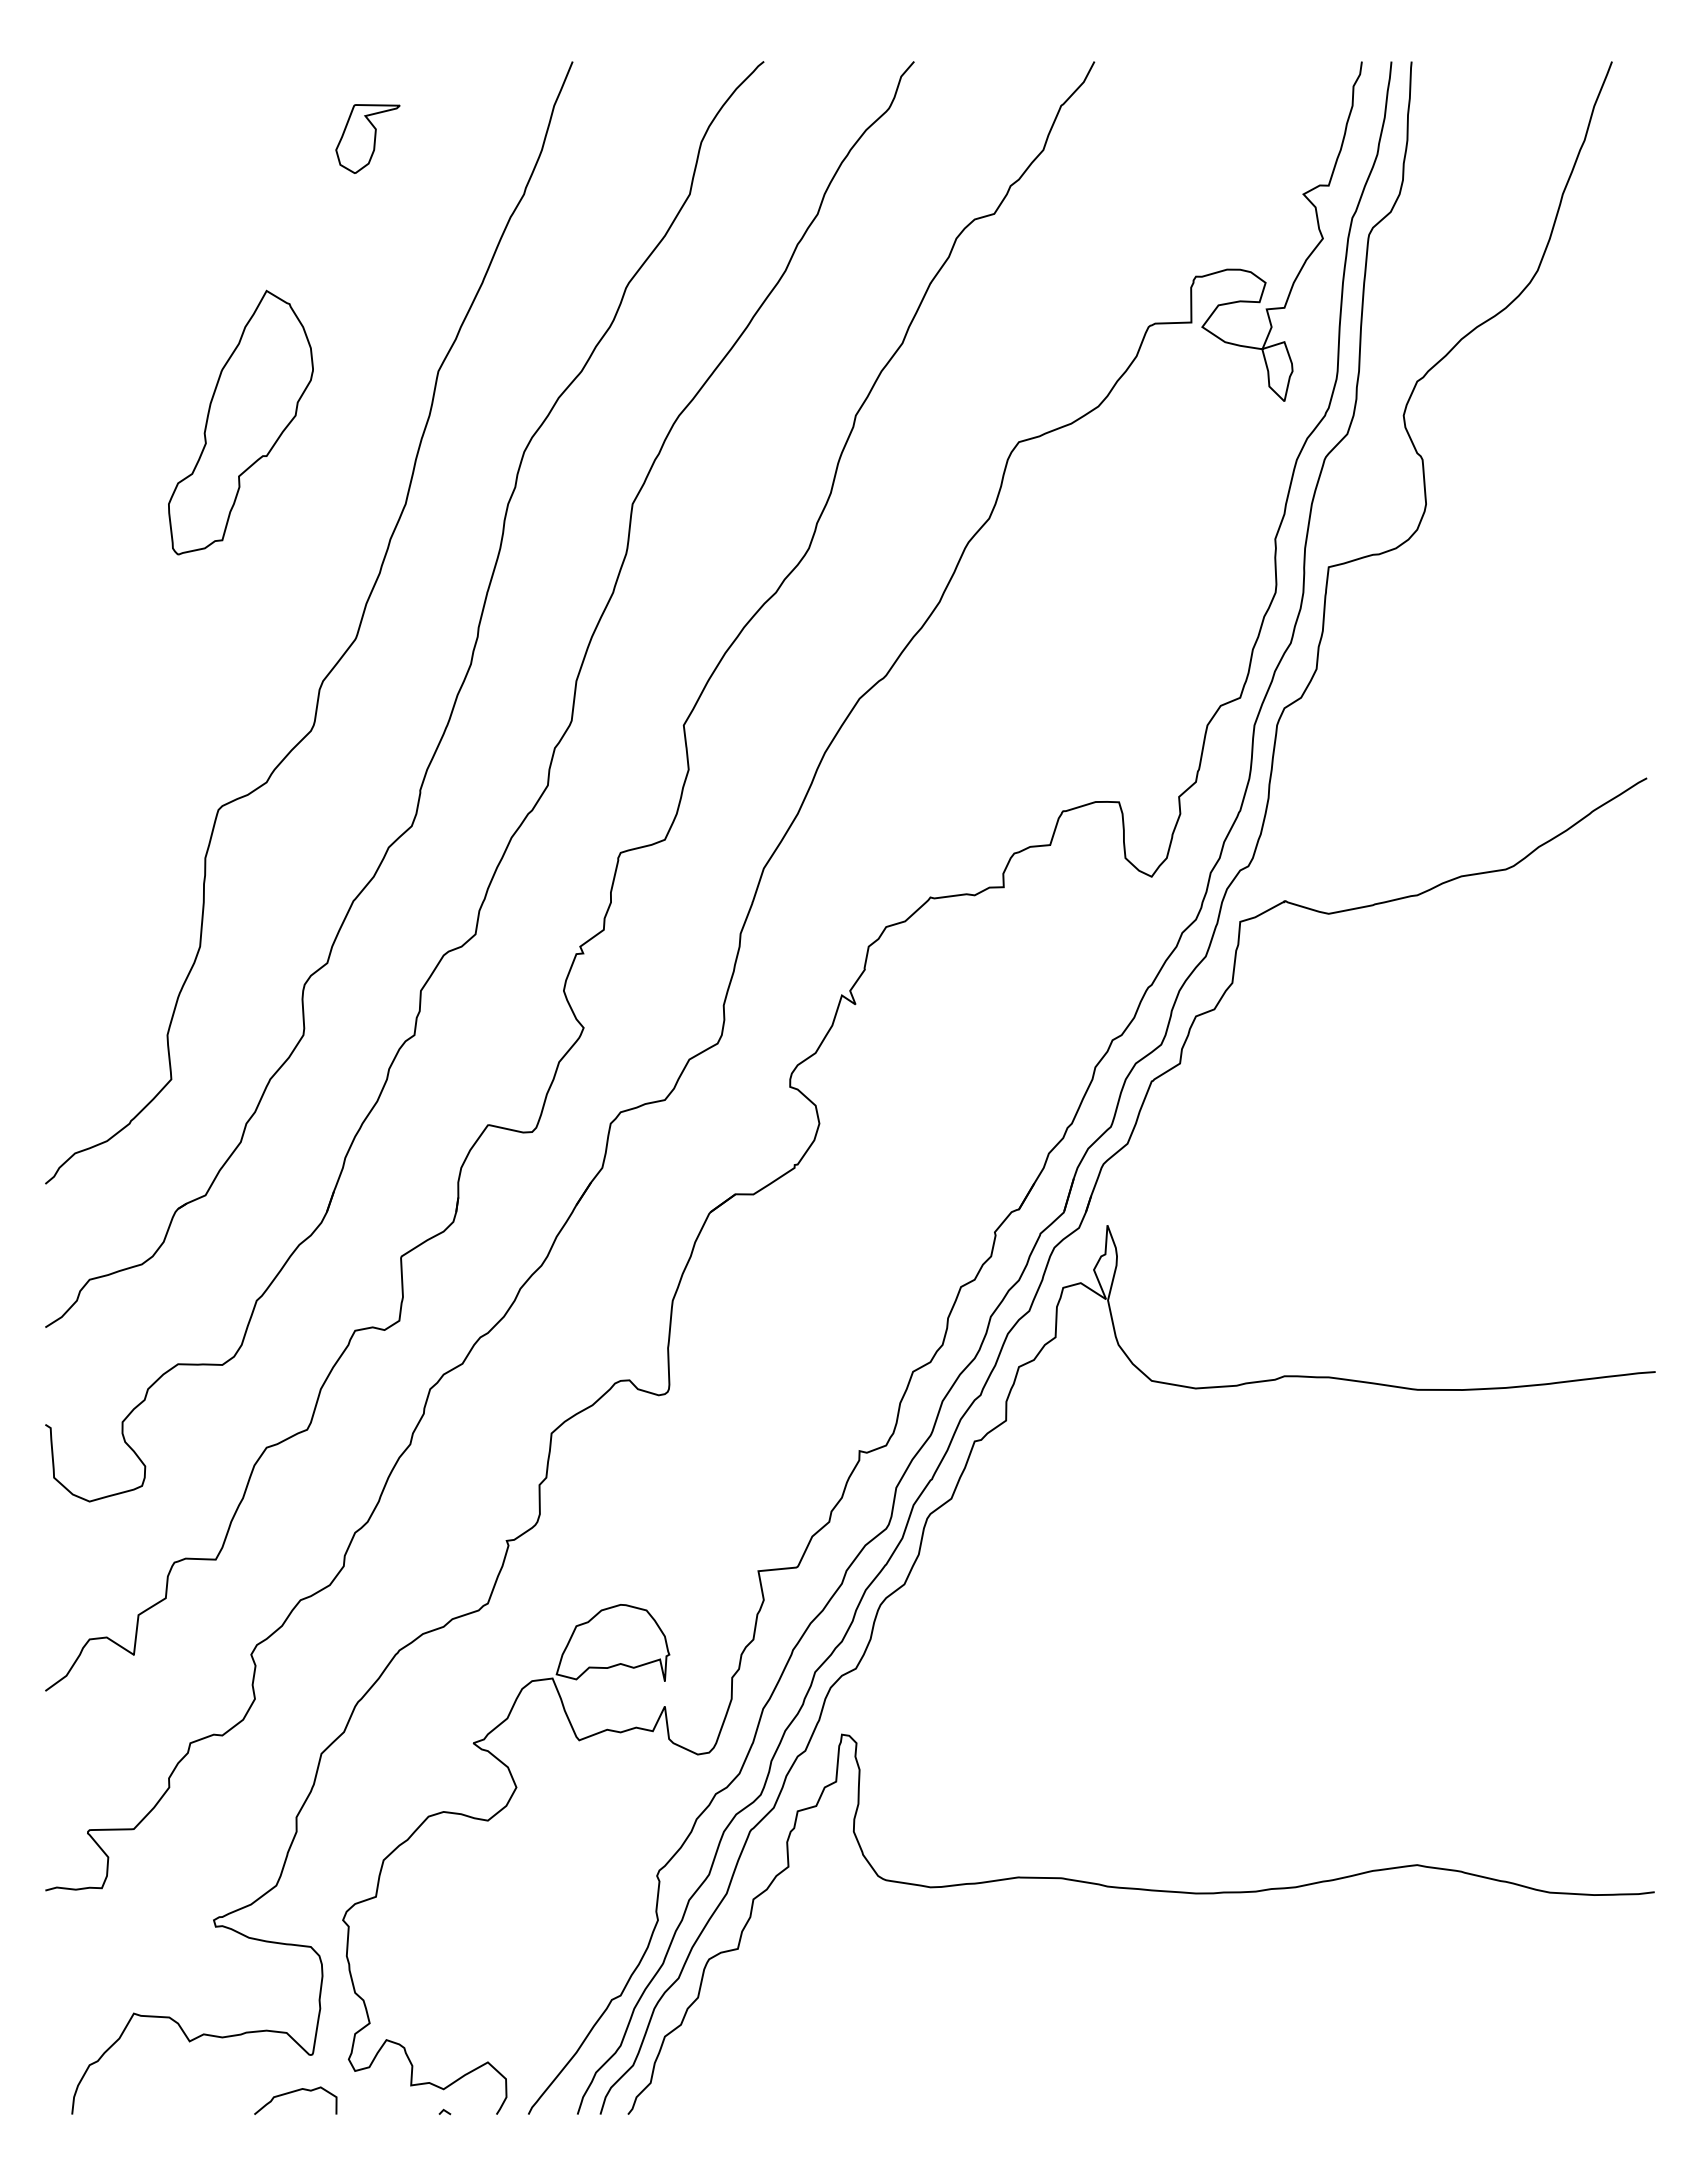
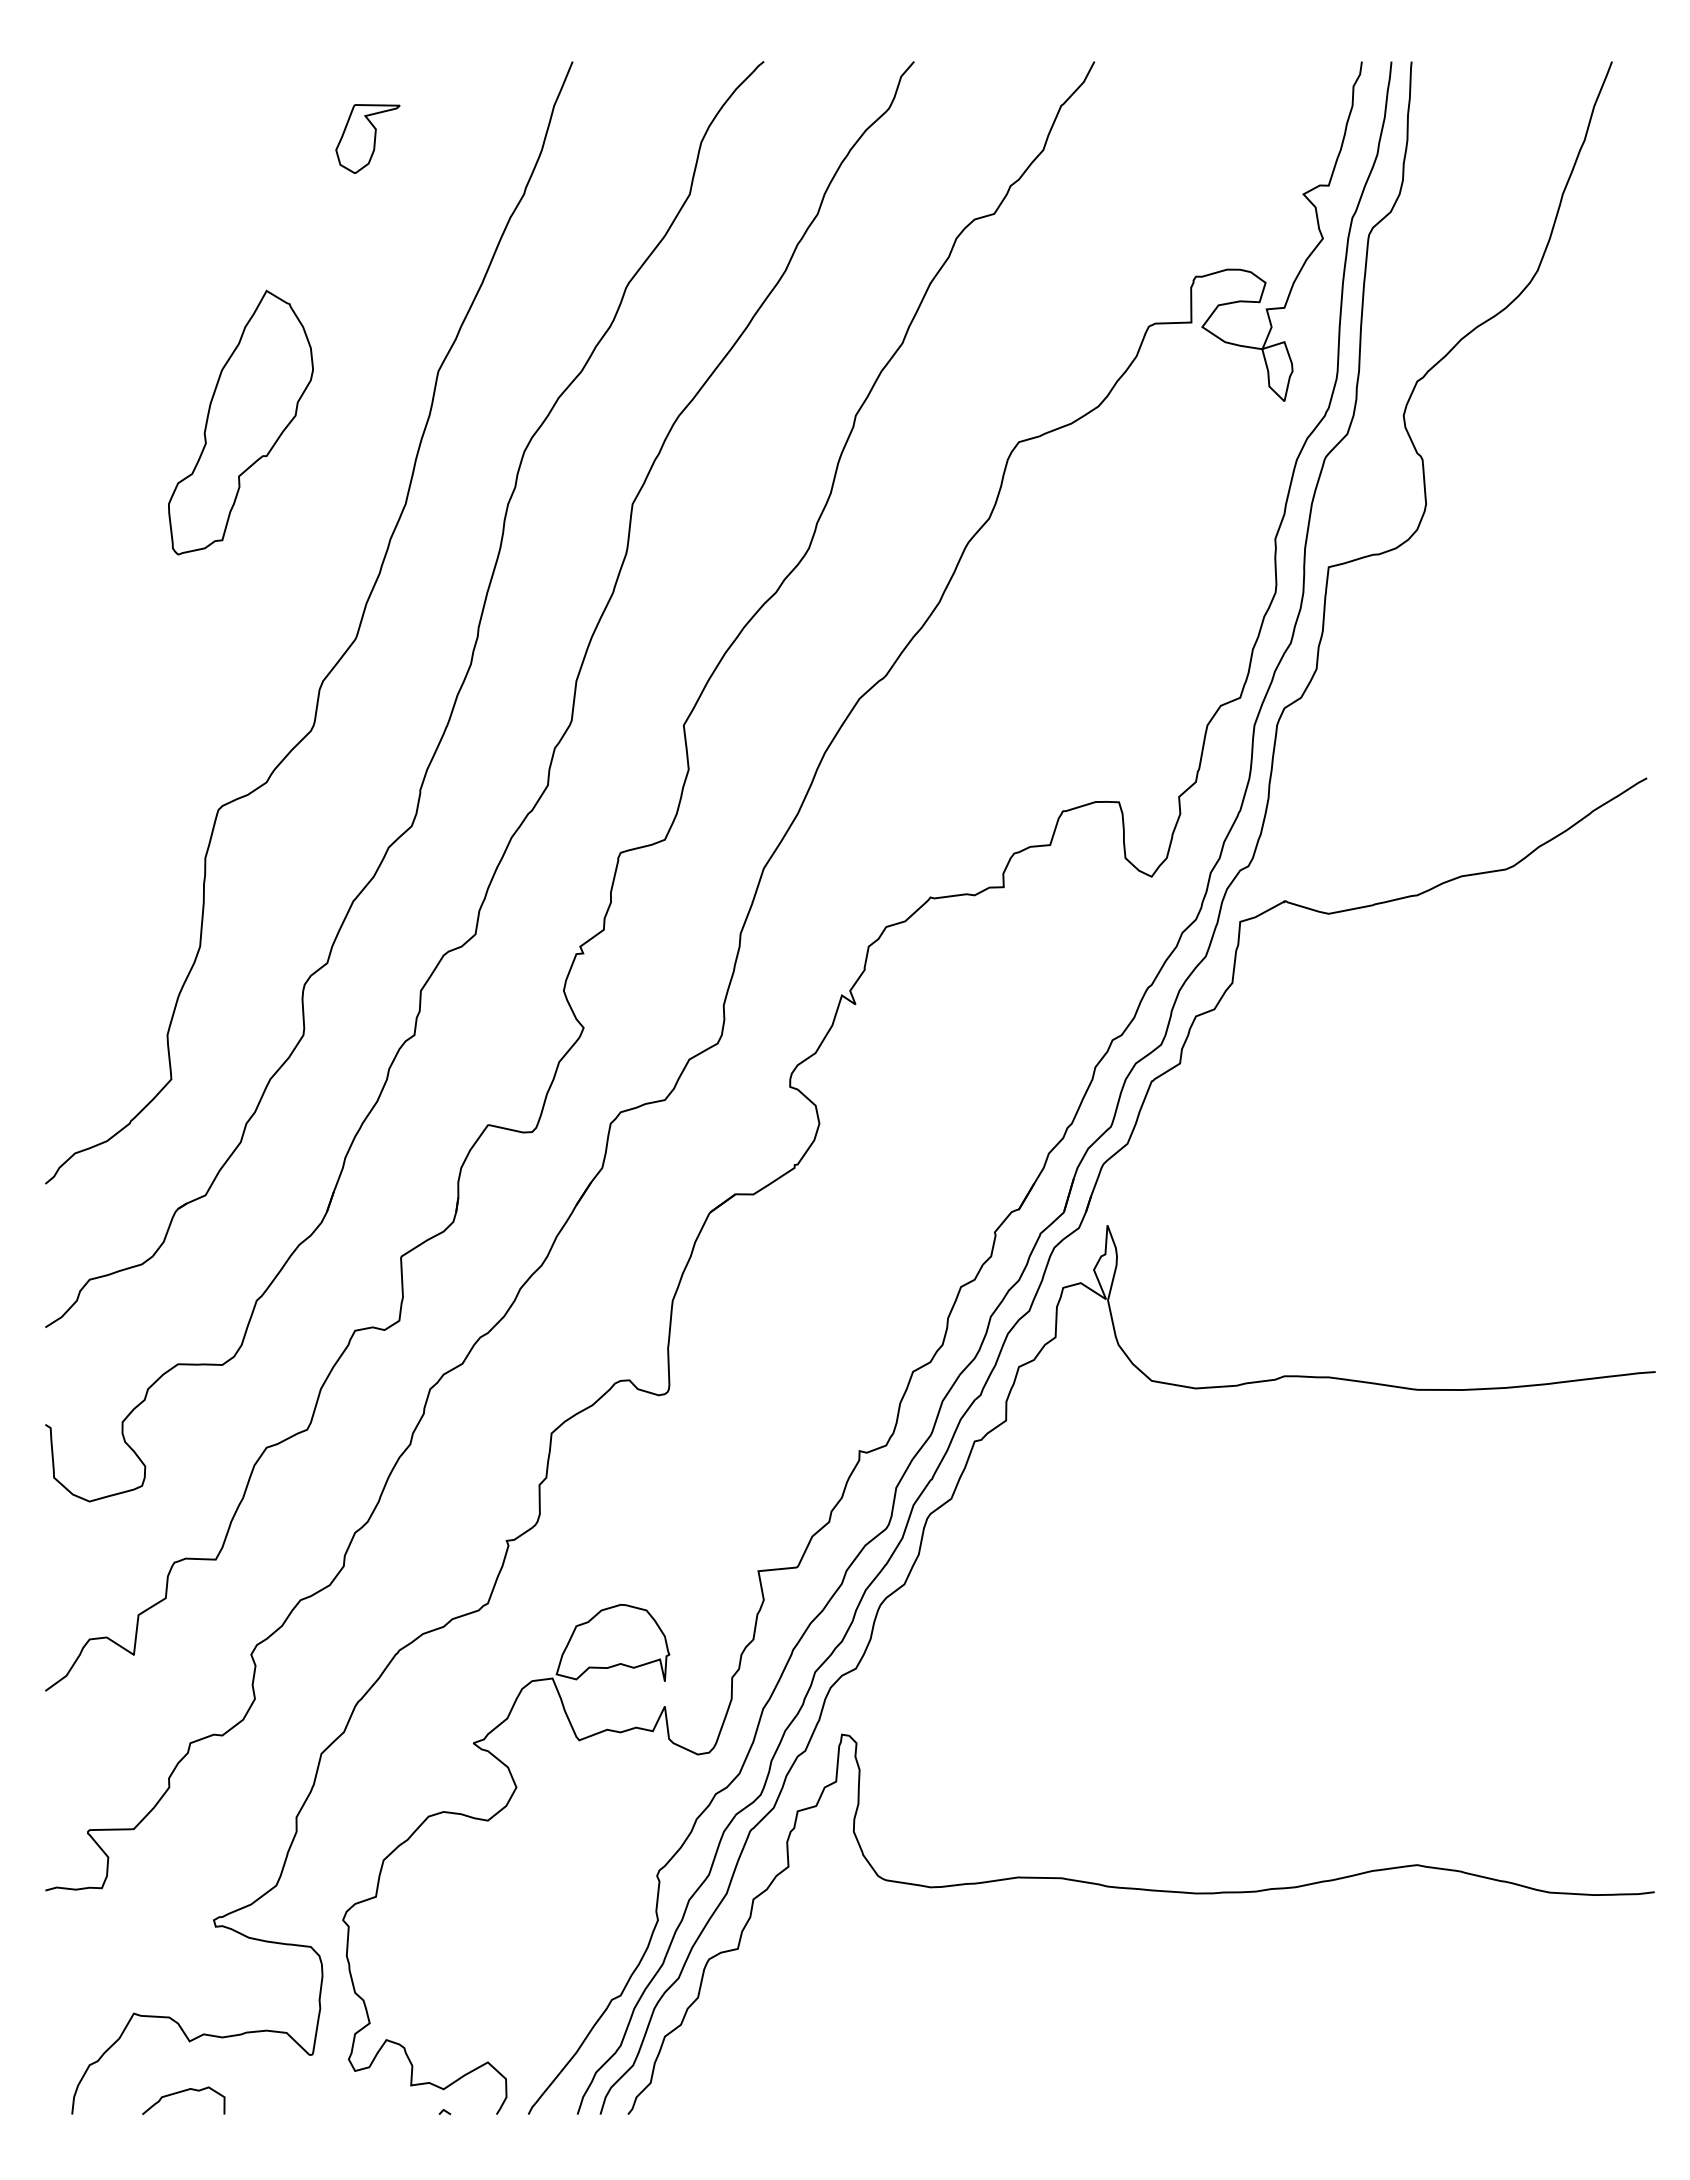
curve at (294, 2092) position: (294, 2092) -> (182, 2092)
